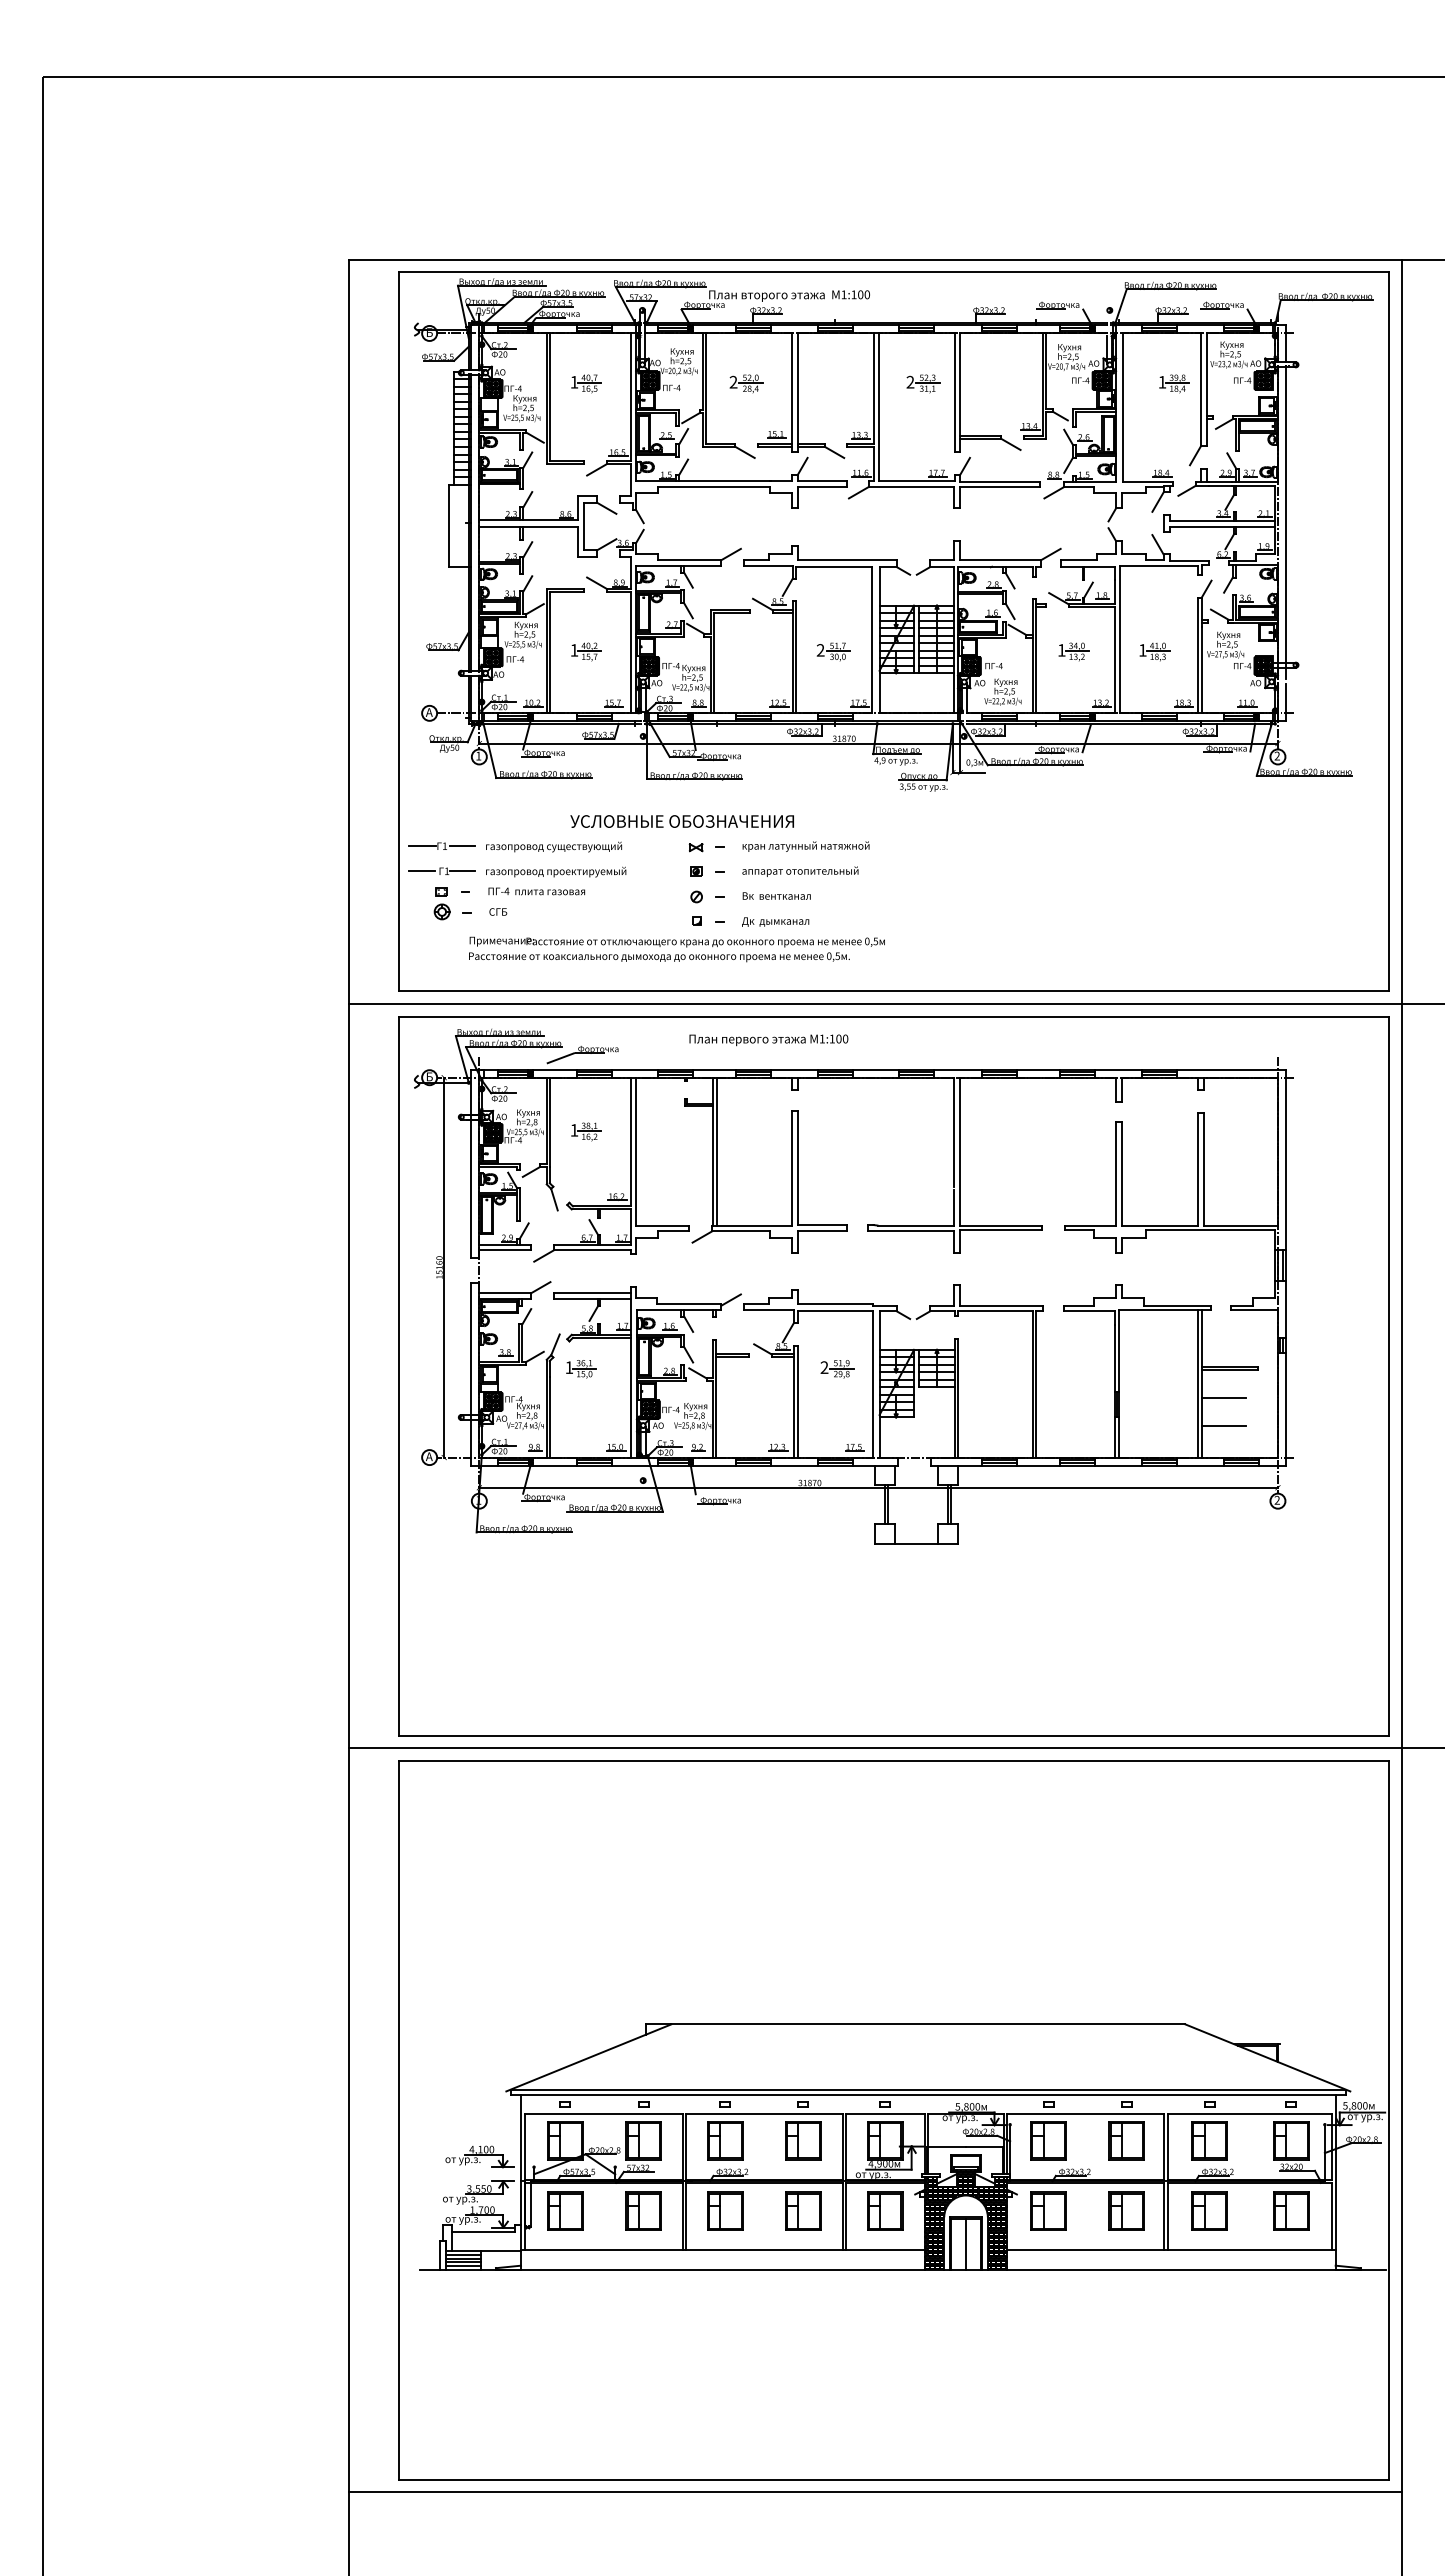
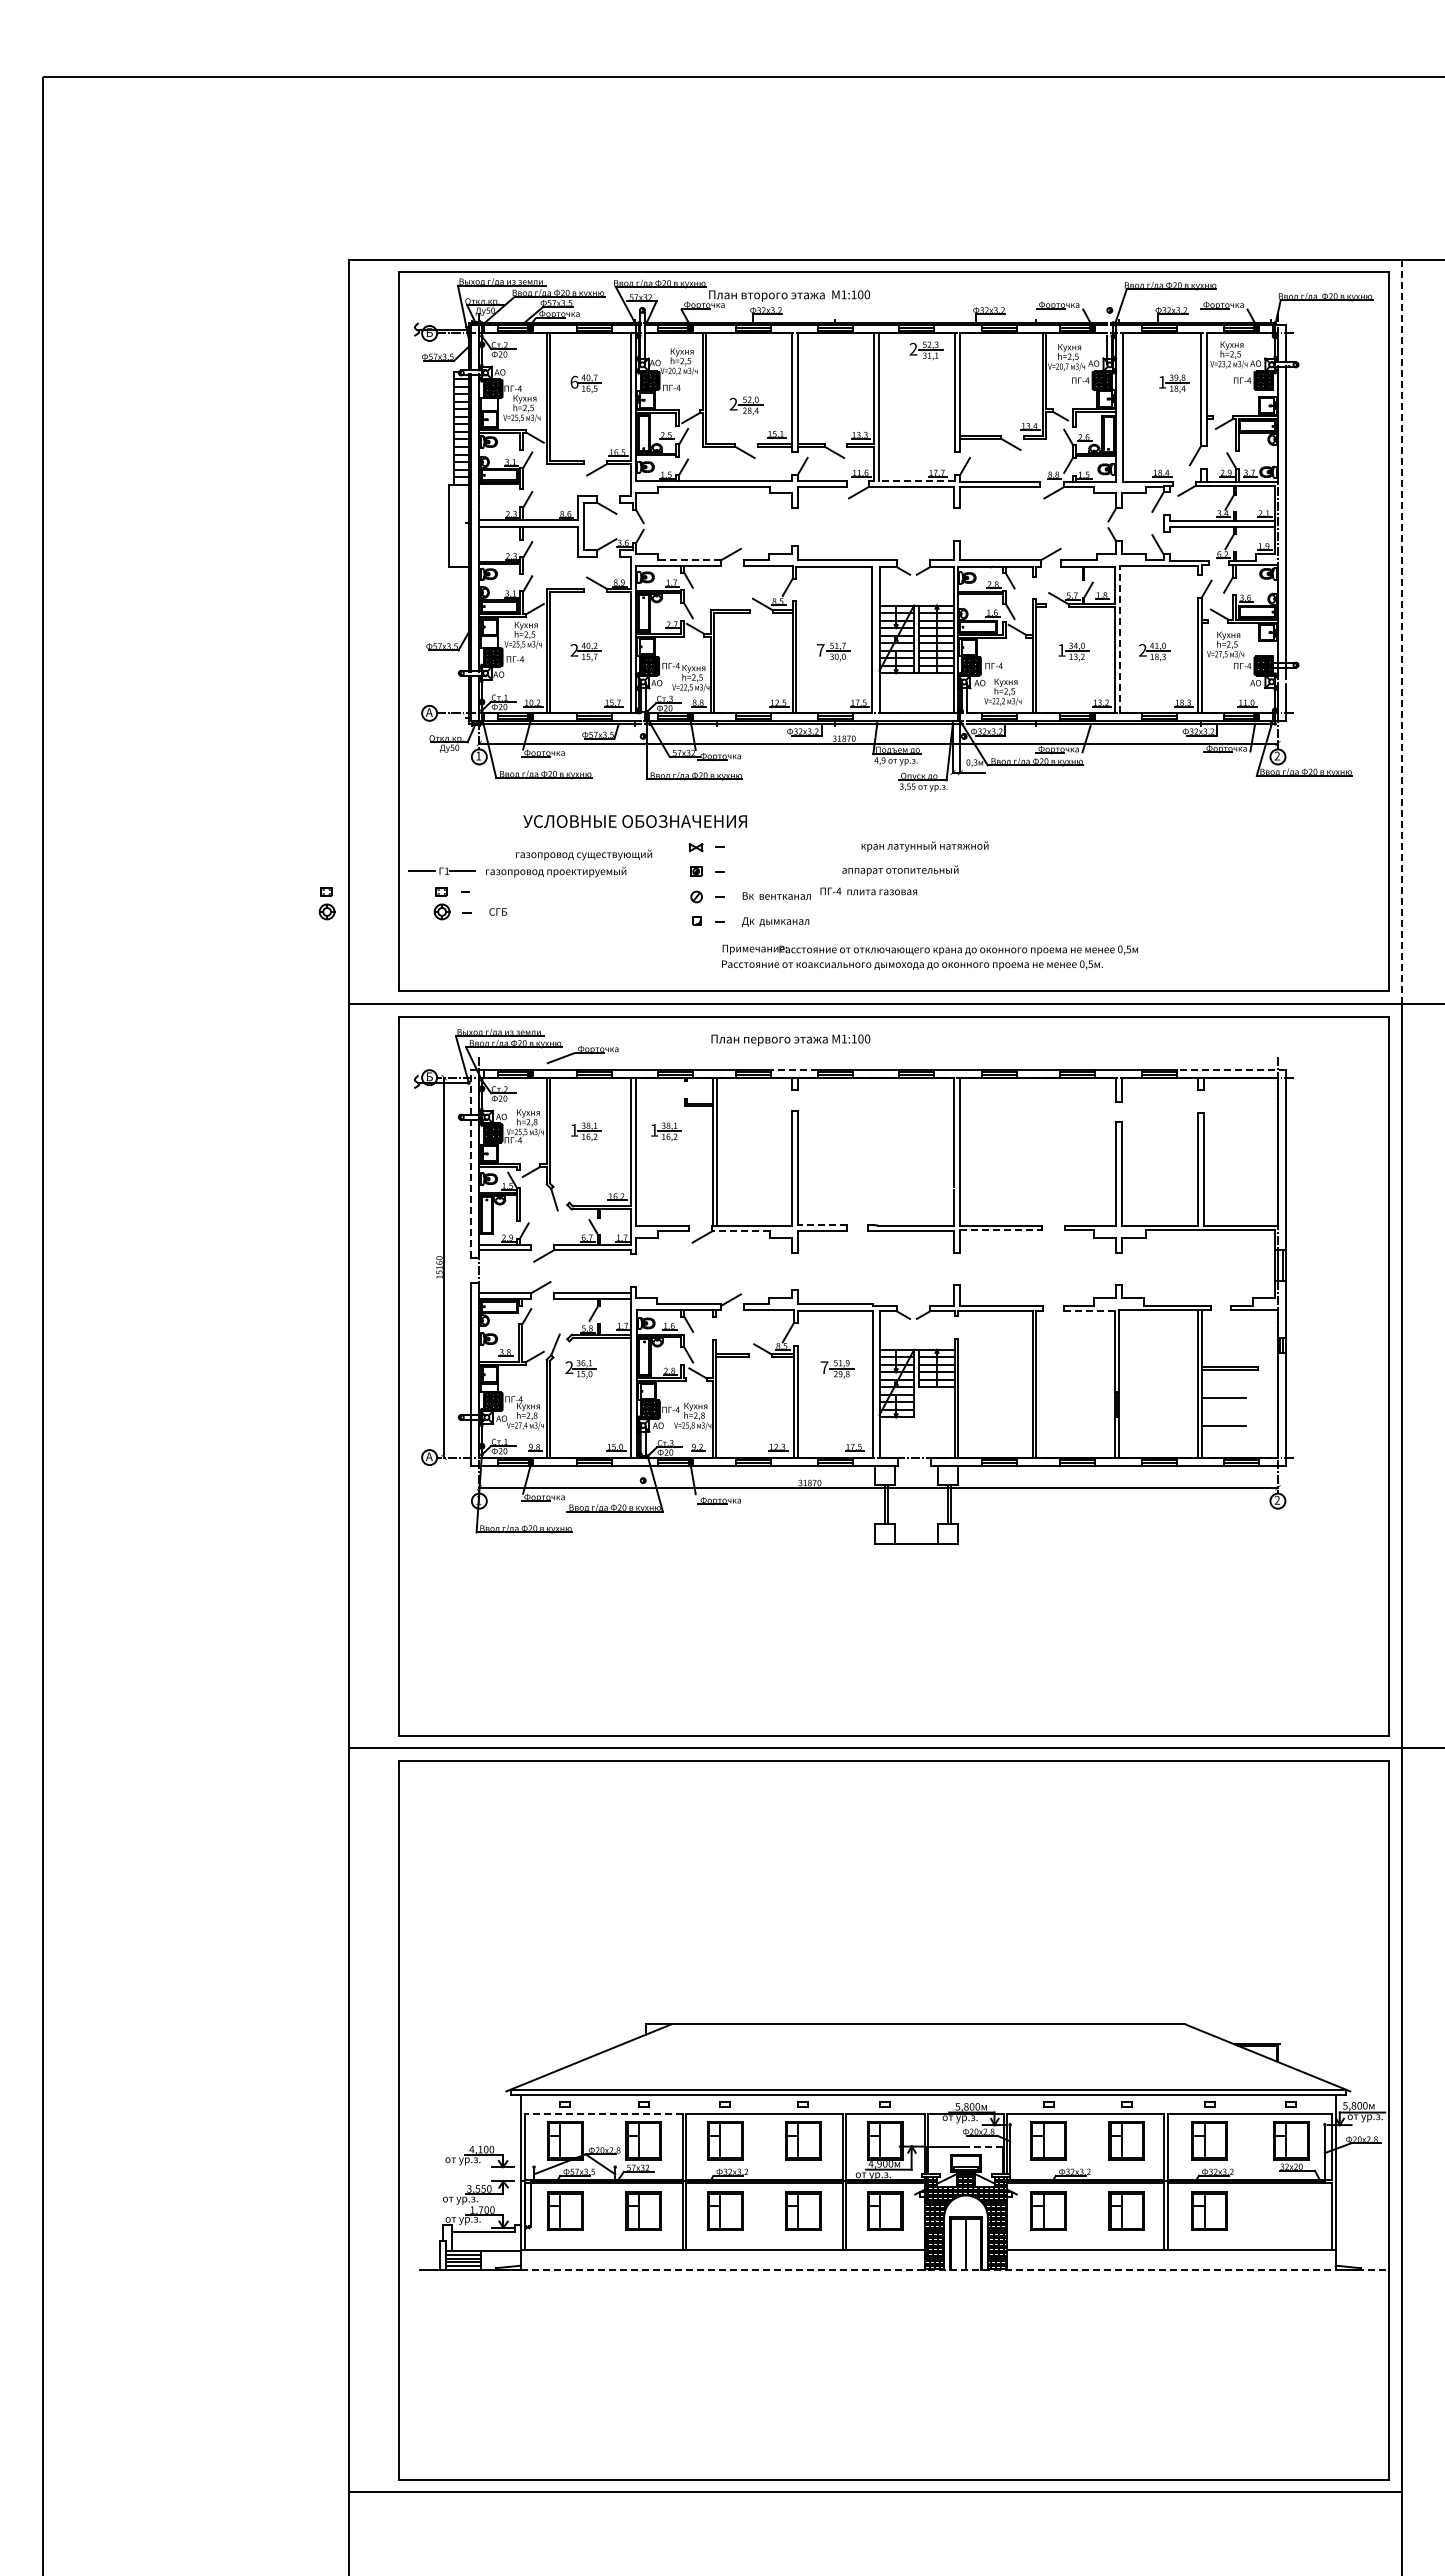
text at (574, 381): 1 -> 6
part at (746, 383) position: (746, 383) -> (746, 405)
part at (923, 383) position: (923, 383) -> (926, 350)
line at (917, 481): solid -> dashed
line at (689, 560): solid -> dashed
line at (1401, 632): solid -> dashed
line at (1119, 639): solid -> dashed
text at (574, 650): 1 -> 2
text at (820, 650): 2 -> 7
text at (1142, 650): 1 -> 2
text at (681, 821) position: (681, 821) -> (634, 821)
part at (441, 845): present -> none
text at (553, 846) position: (553, 846) -> (583, 854)
text at (805, 846) position: (805, 846) -> (924, 846)
text at (800, 871) position: (800, 871) -> (900, 870)
text at (536, 891) position: (536, 891) -> (868, 891)
part at (326, 903): none -> present
text at (676, 949) position: (676, 949) -> (929, 957)
text at (768, 1040) position: (768, 1040) -> (790, 1040)
line at (794, 1069): solid -> dashed
line at (1231, 1069): solid -> dashed
part at (666, 1131): none -> present
line at (471, 1163): solid -> dashed
line at (822, 1225): solid -> dashed
line at (1001, 1230): solid -> dashed
line at (740, 1231): solid -> dashed
line at (1090, 1310): solid -> dashed
text at (569, 1367): 1 -> 2
text at (824, 1367): 2 -> 7
line at (603, 2114): solid -> dashed
line at (983, 2146): solid -> dashed
part at (1291, 2210): present -> none
line at (953, 2269): solid -> dashed
